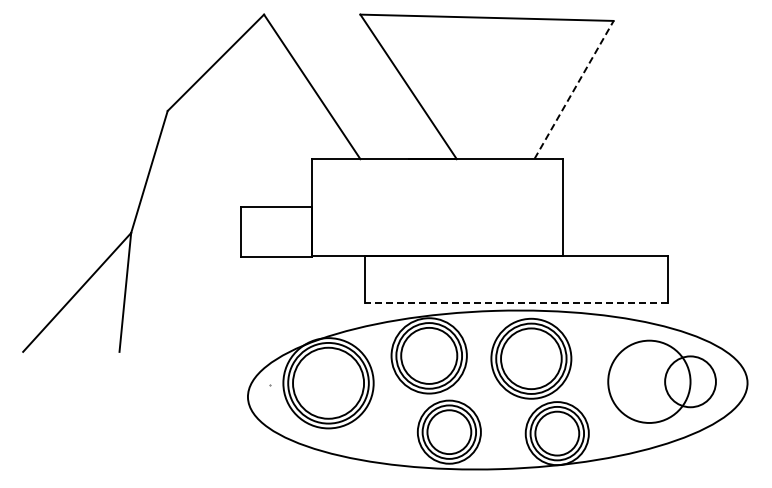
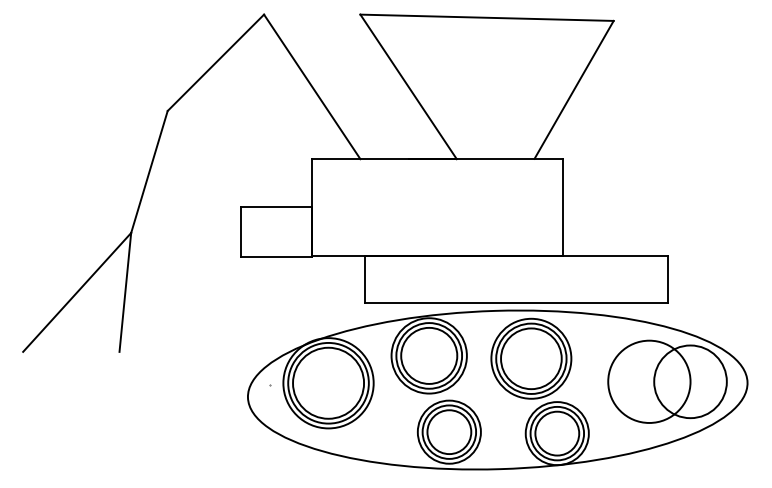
line at (574, 89): dashed -> solid
line at (515, 302): dashed -> solid
circle at (690, 381) diameter: 51 px -> 73 px
